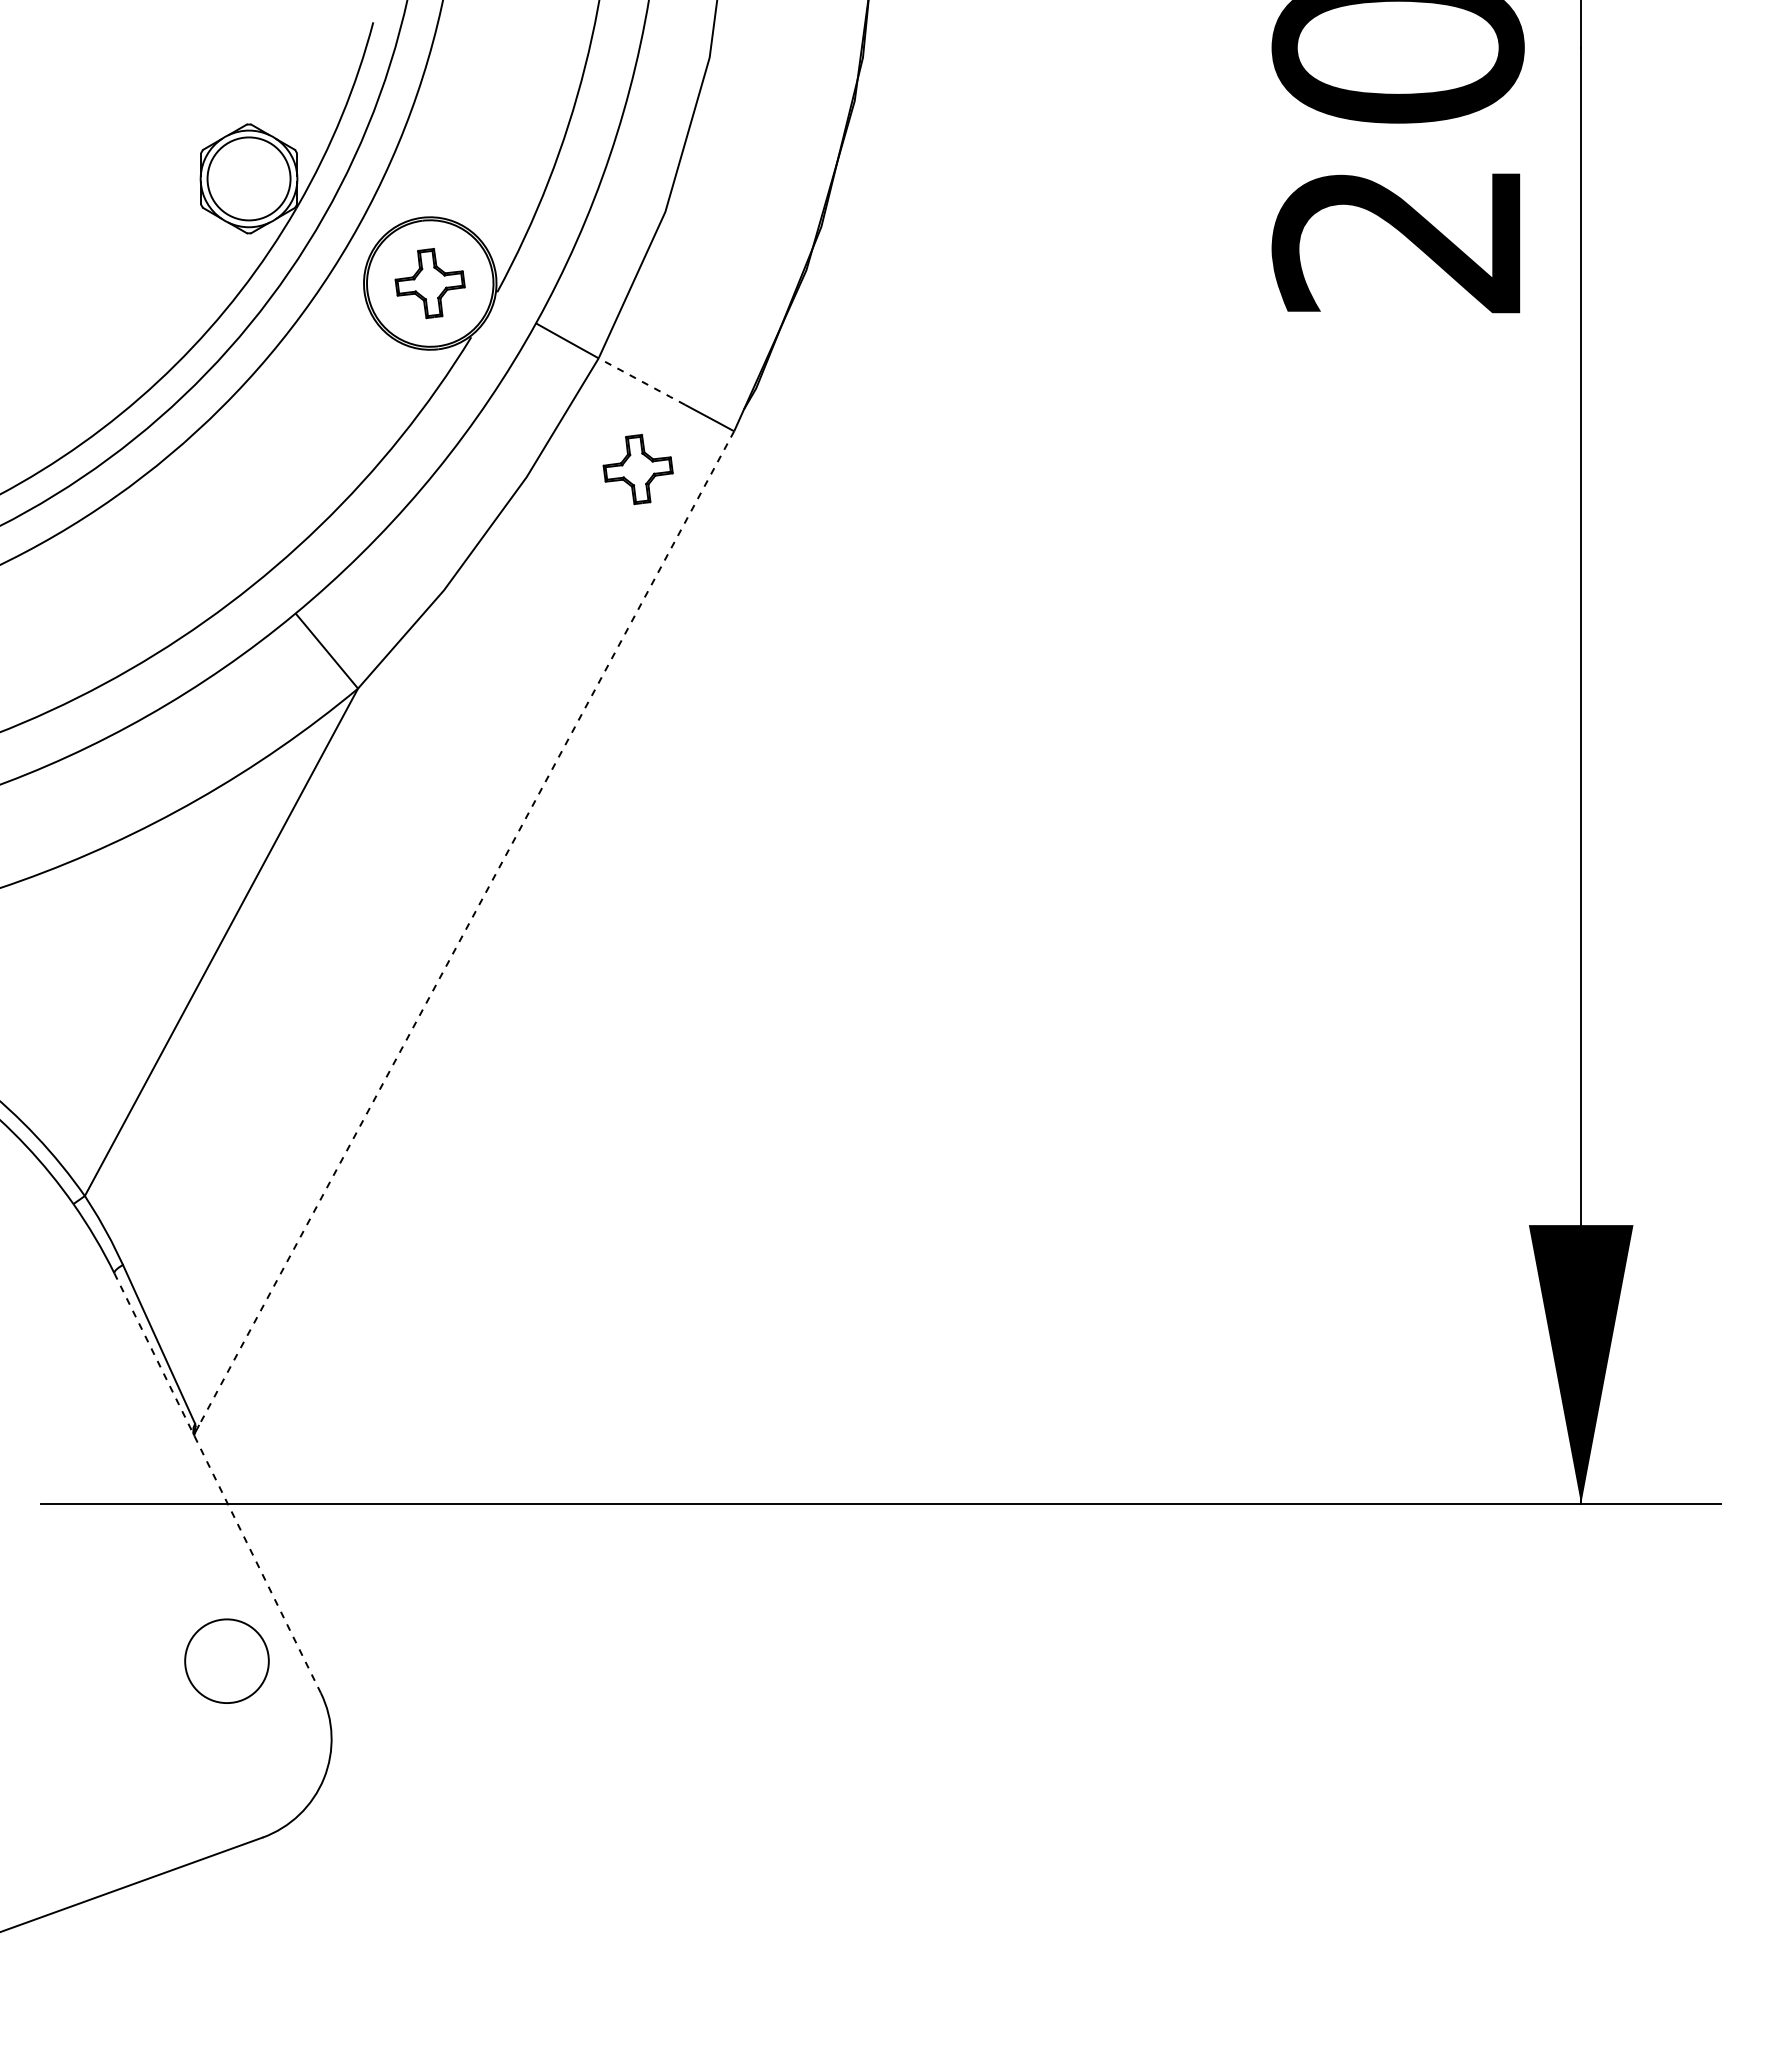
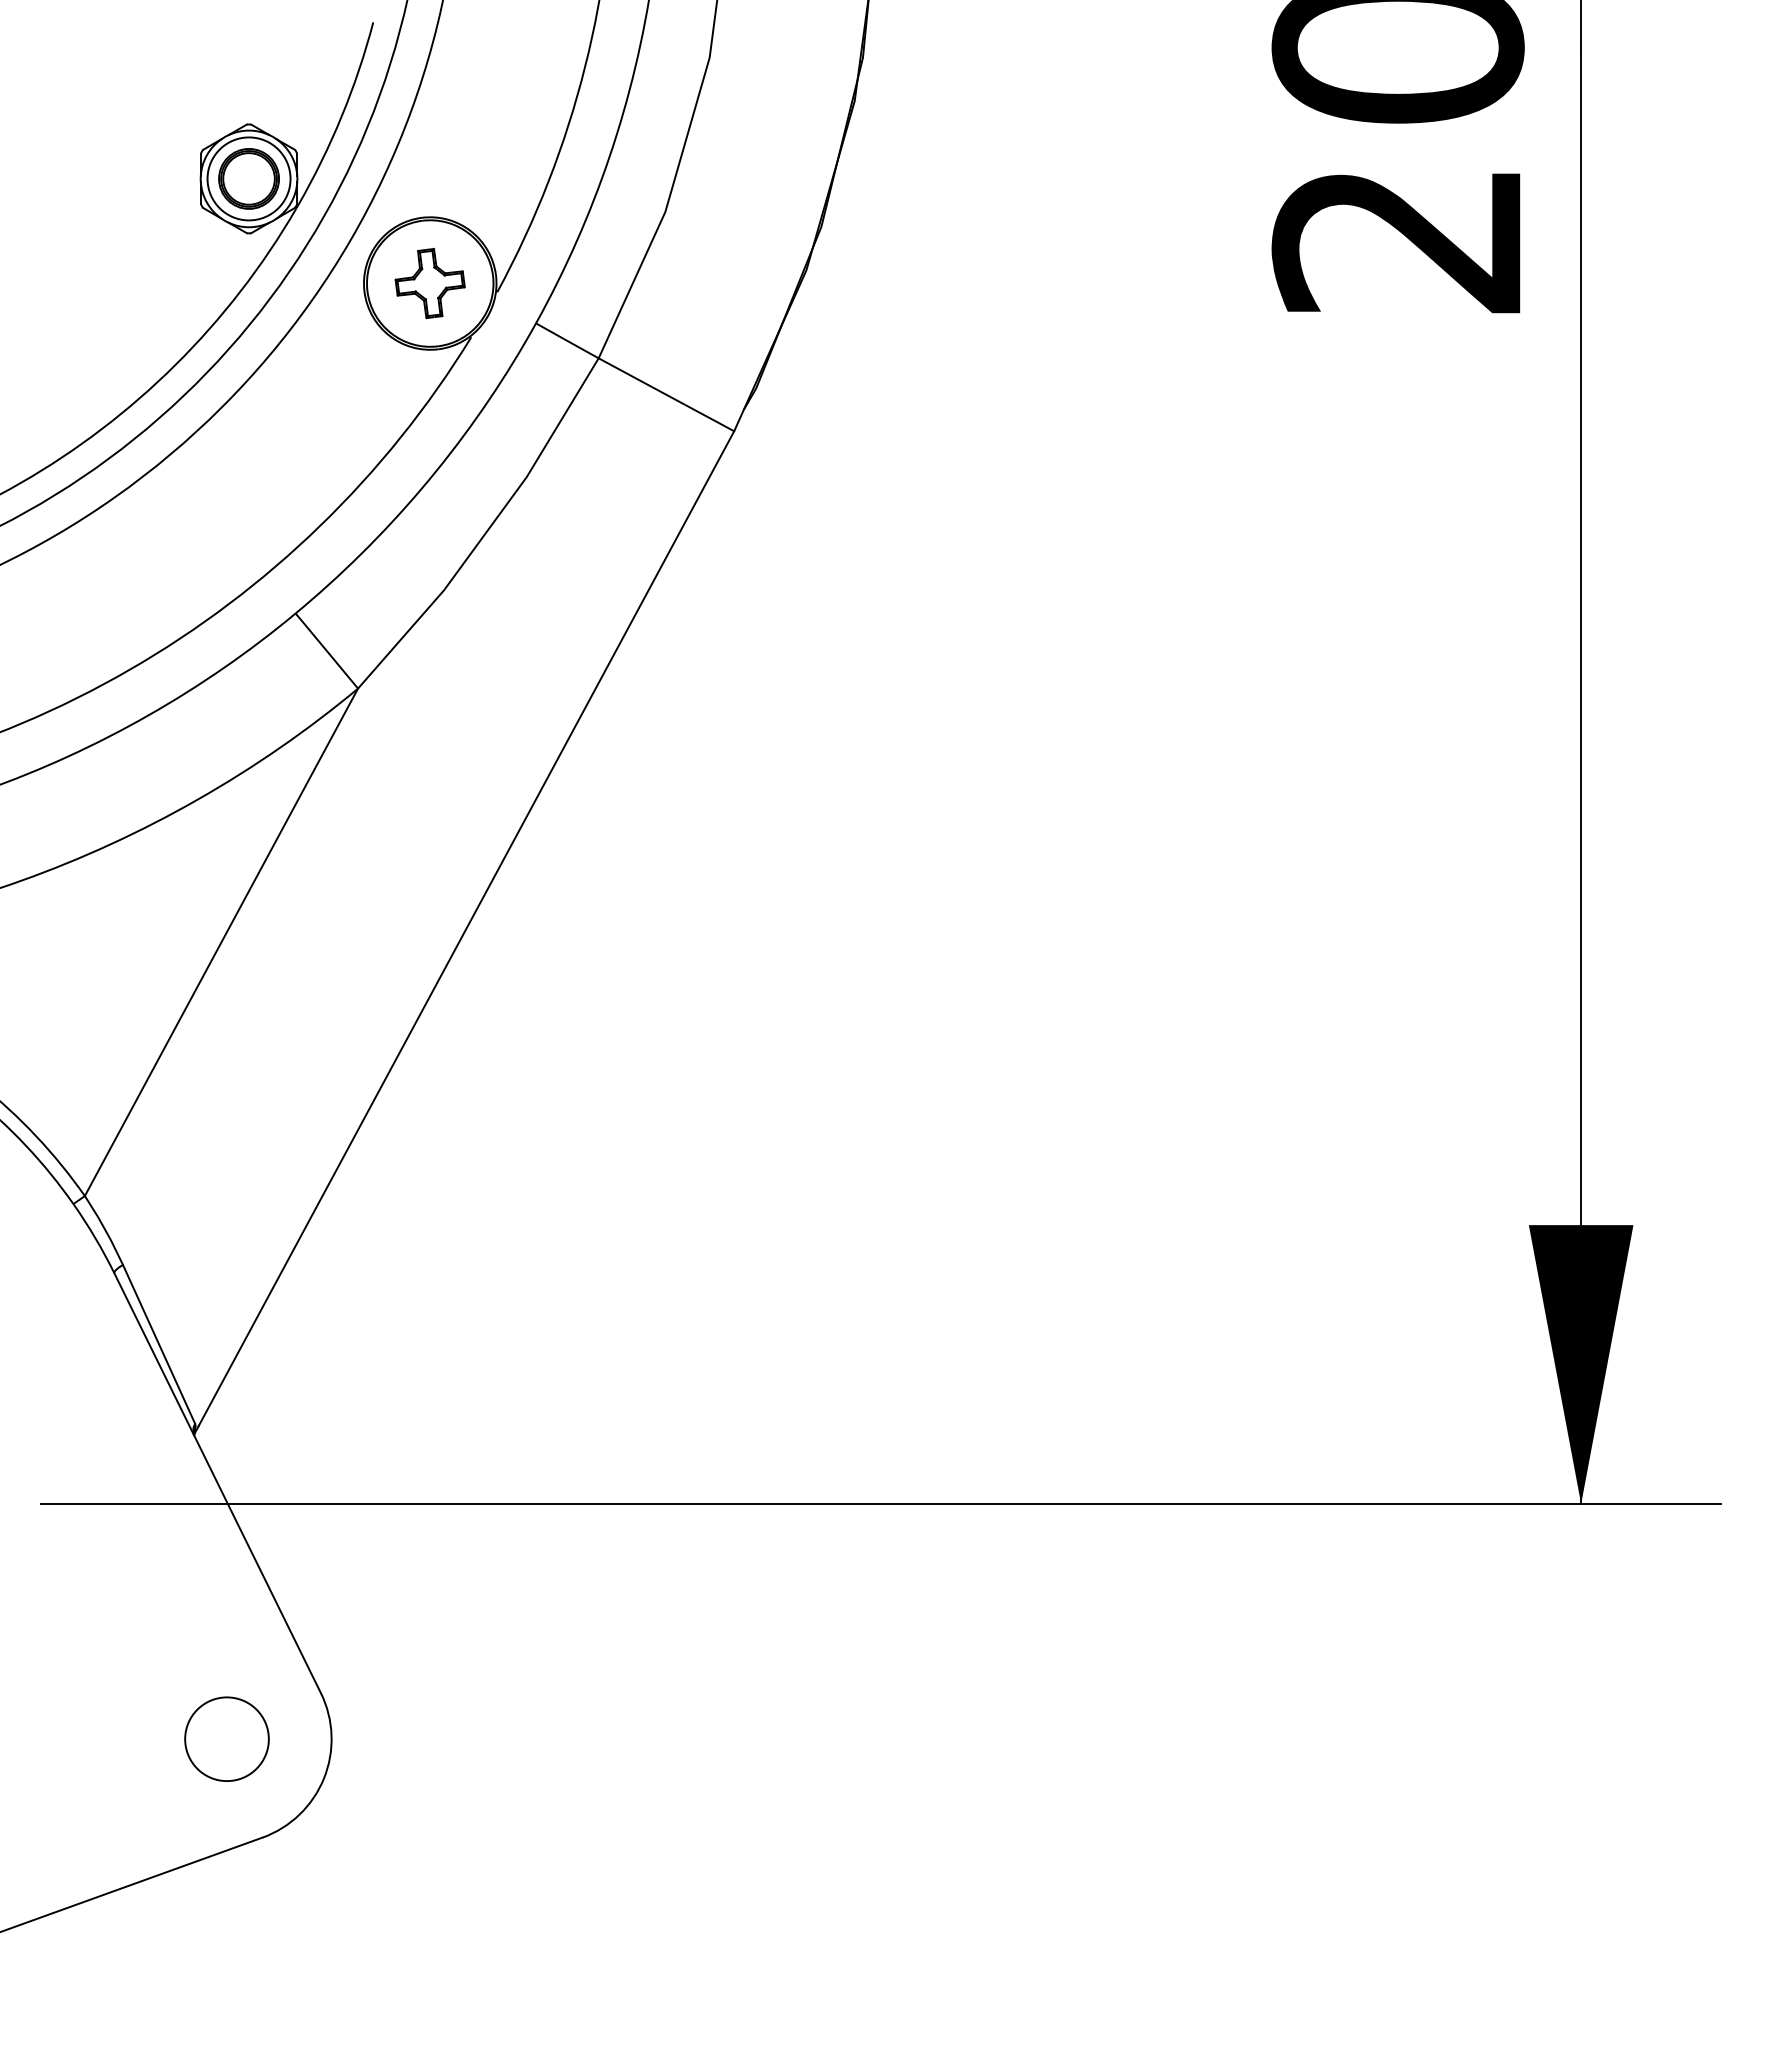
part at (248, 178): none -> present
line at (641, 381): dashed -> solid
part at (637, 469): present -> none
line at (466, 928): dashed -> solid
line at (217, 1483): dashed -> solid
part at (226, 1660) position: (226, 1660) -> (226, 1738)
